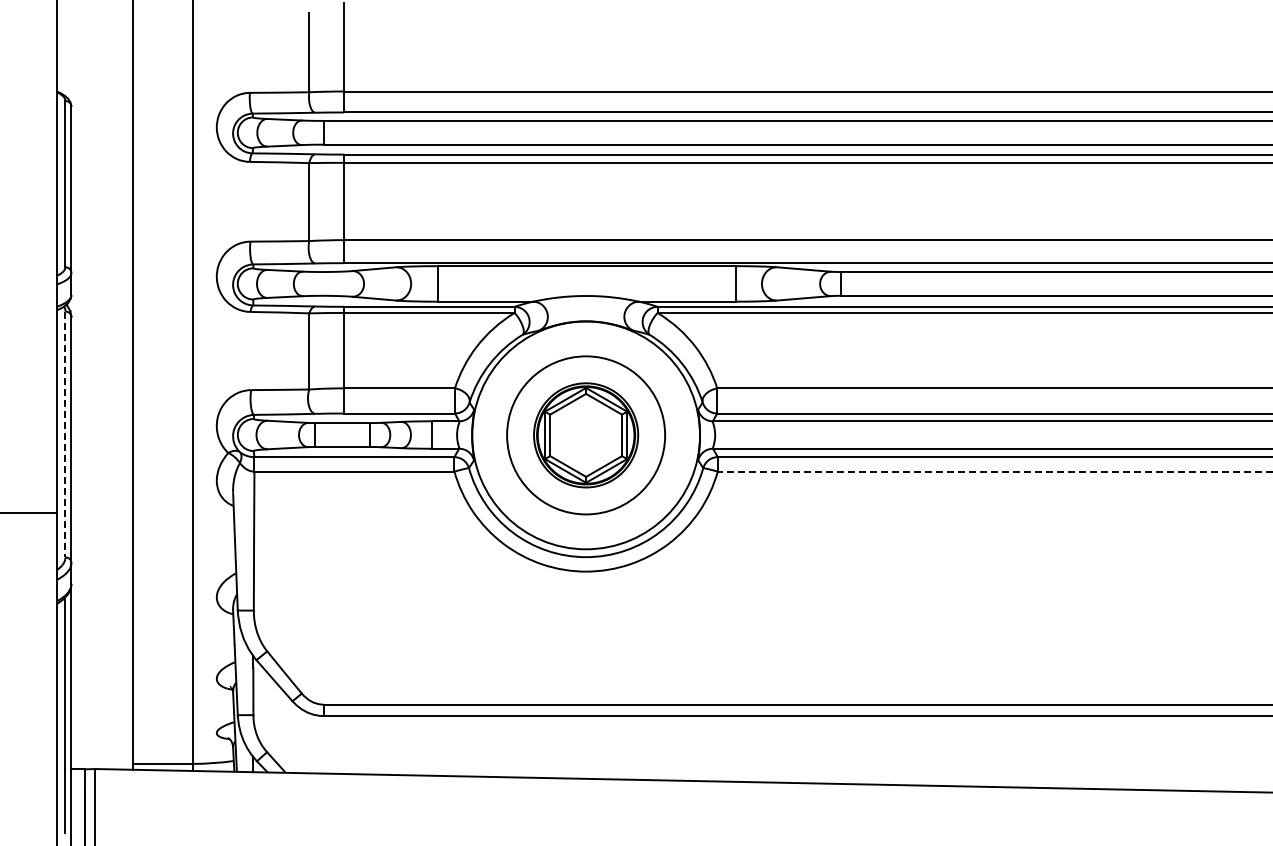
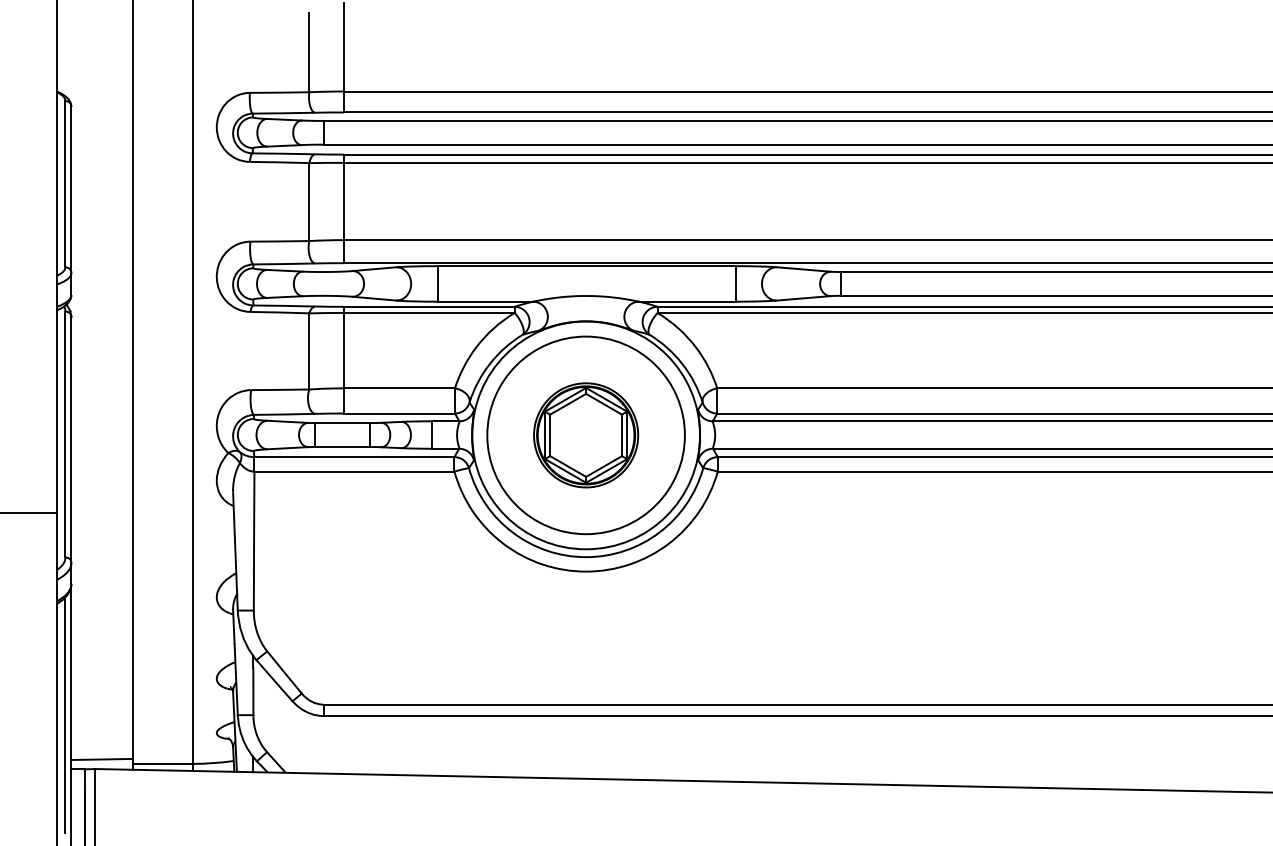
line at (65, 434): dashed -> solid
circle at (586, 435) diameter: 158 px -> 198 px
line at (994, 471): dashed -> solid
line at (101, 759): none -> present
